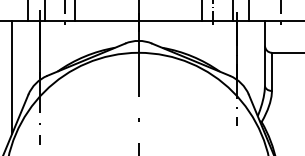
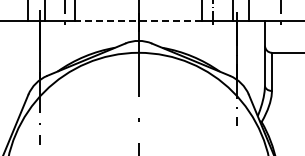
line at (138, 21): solid -> dashed
line at (12, 77): present -> none
